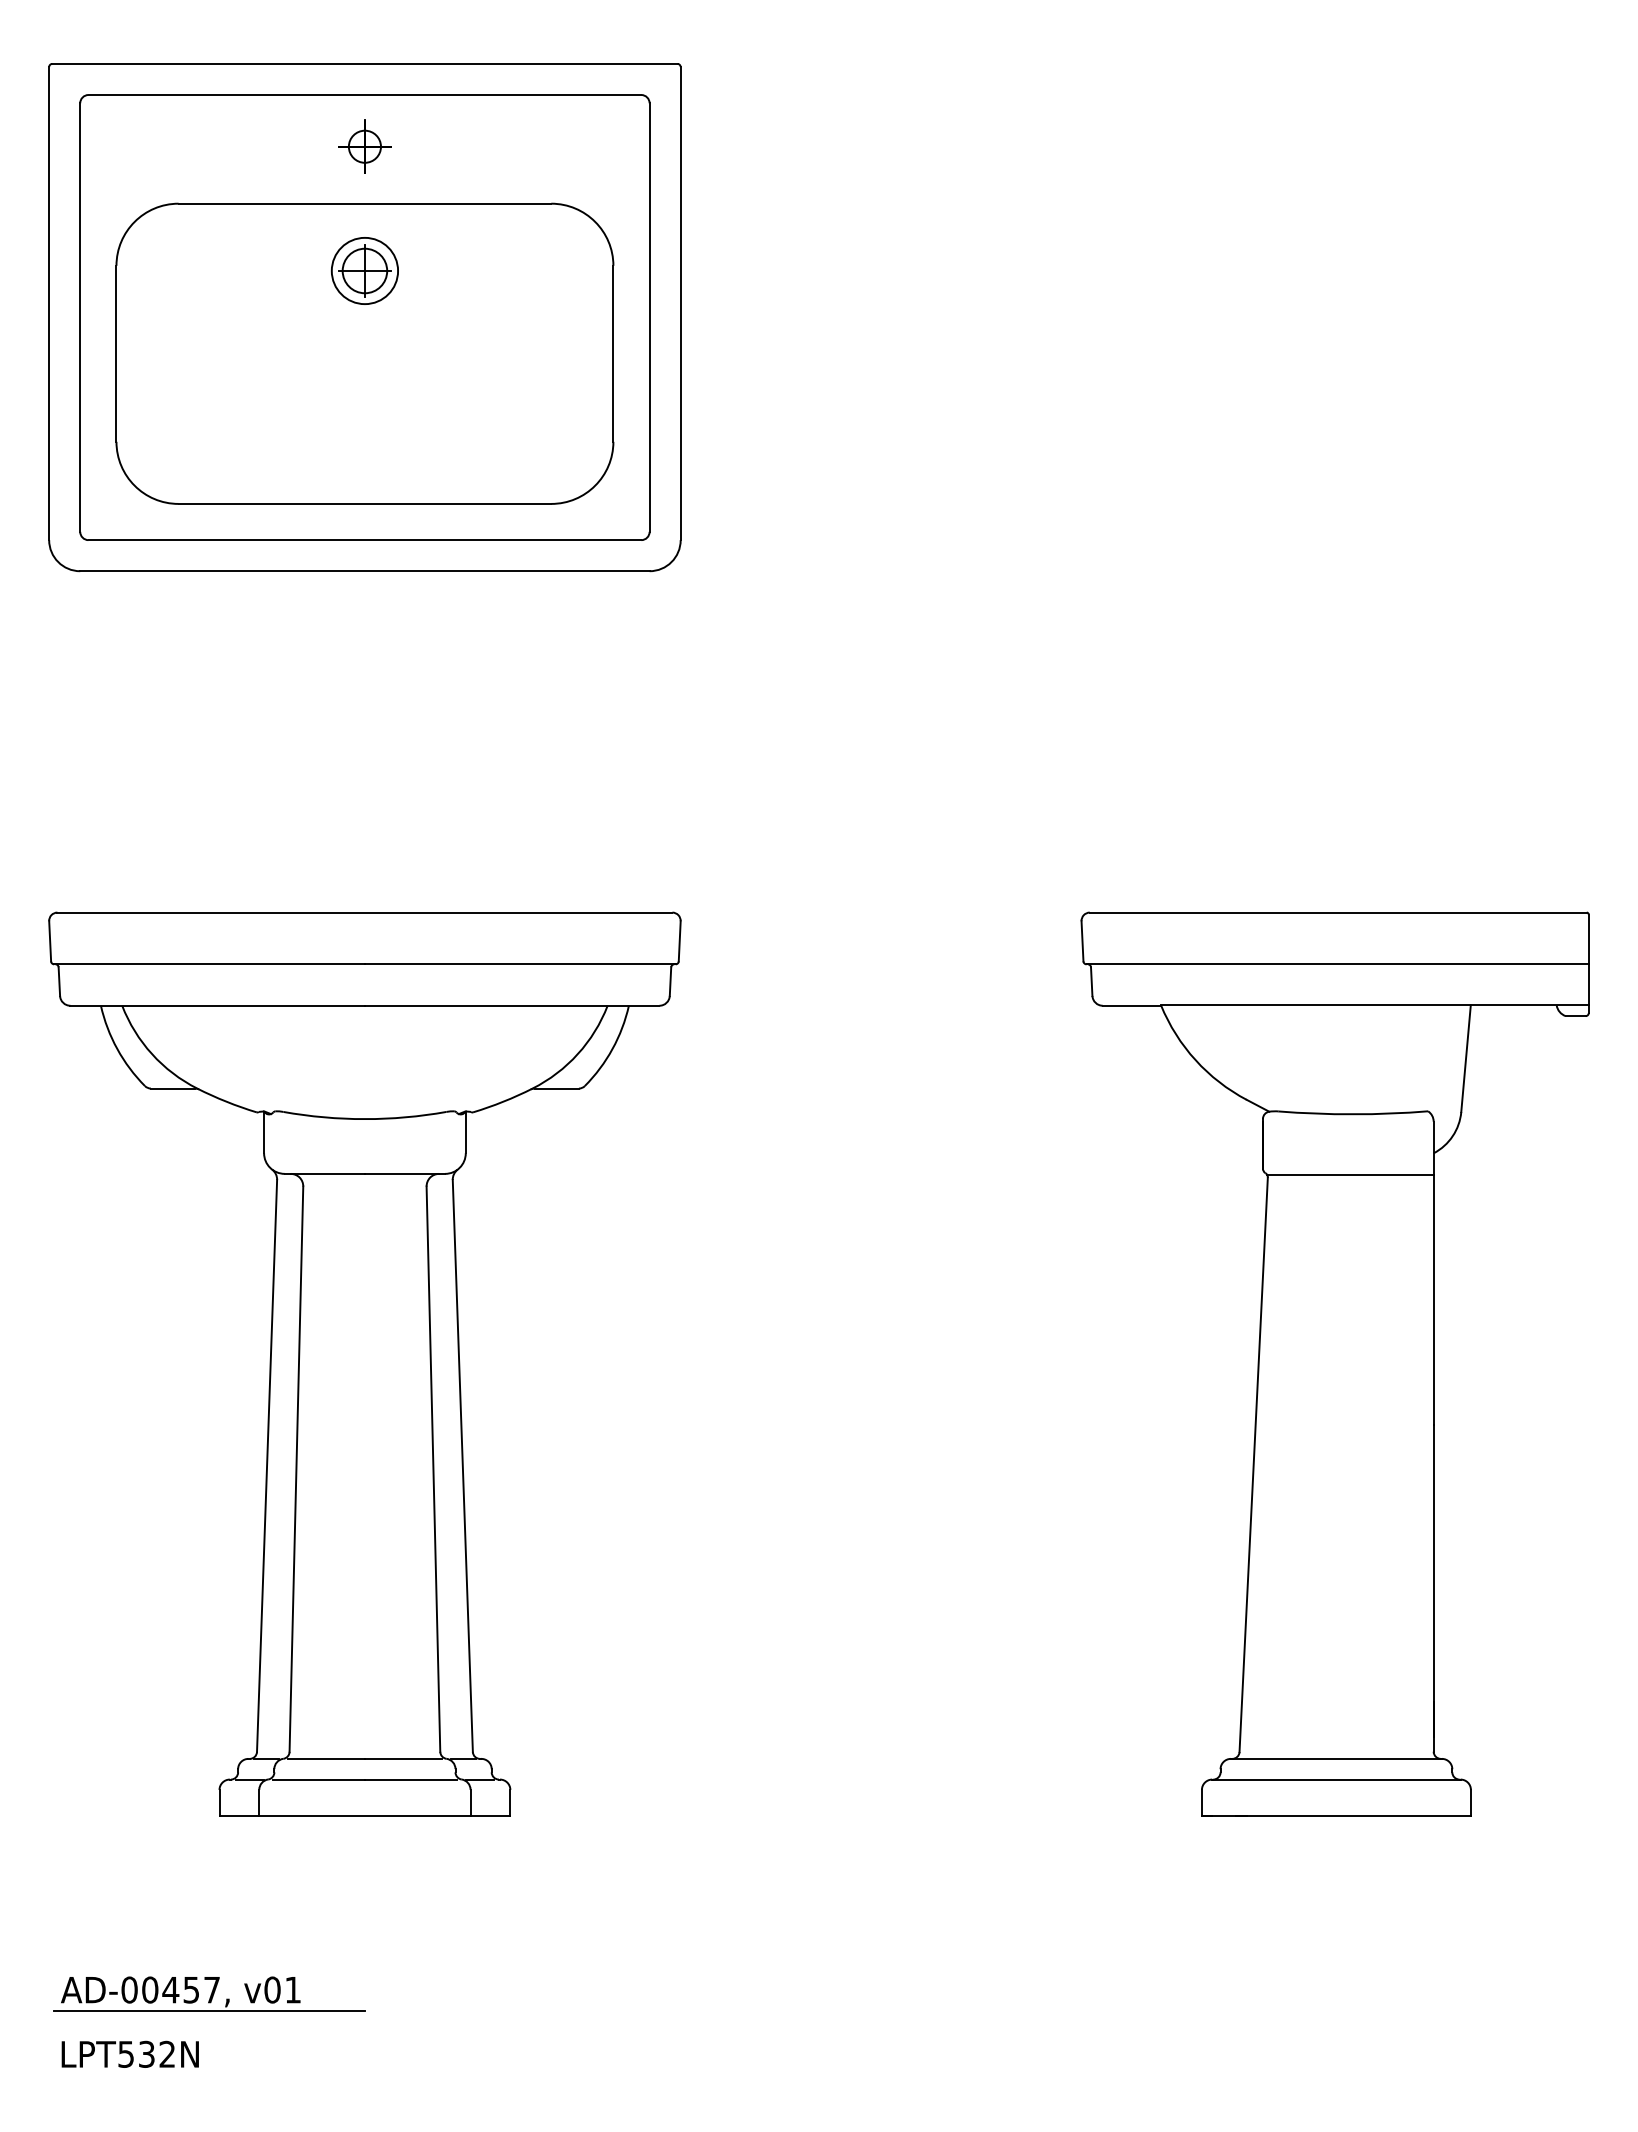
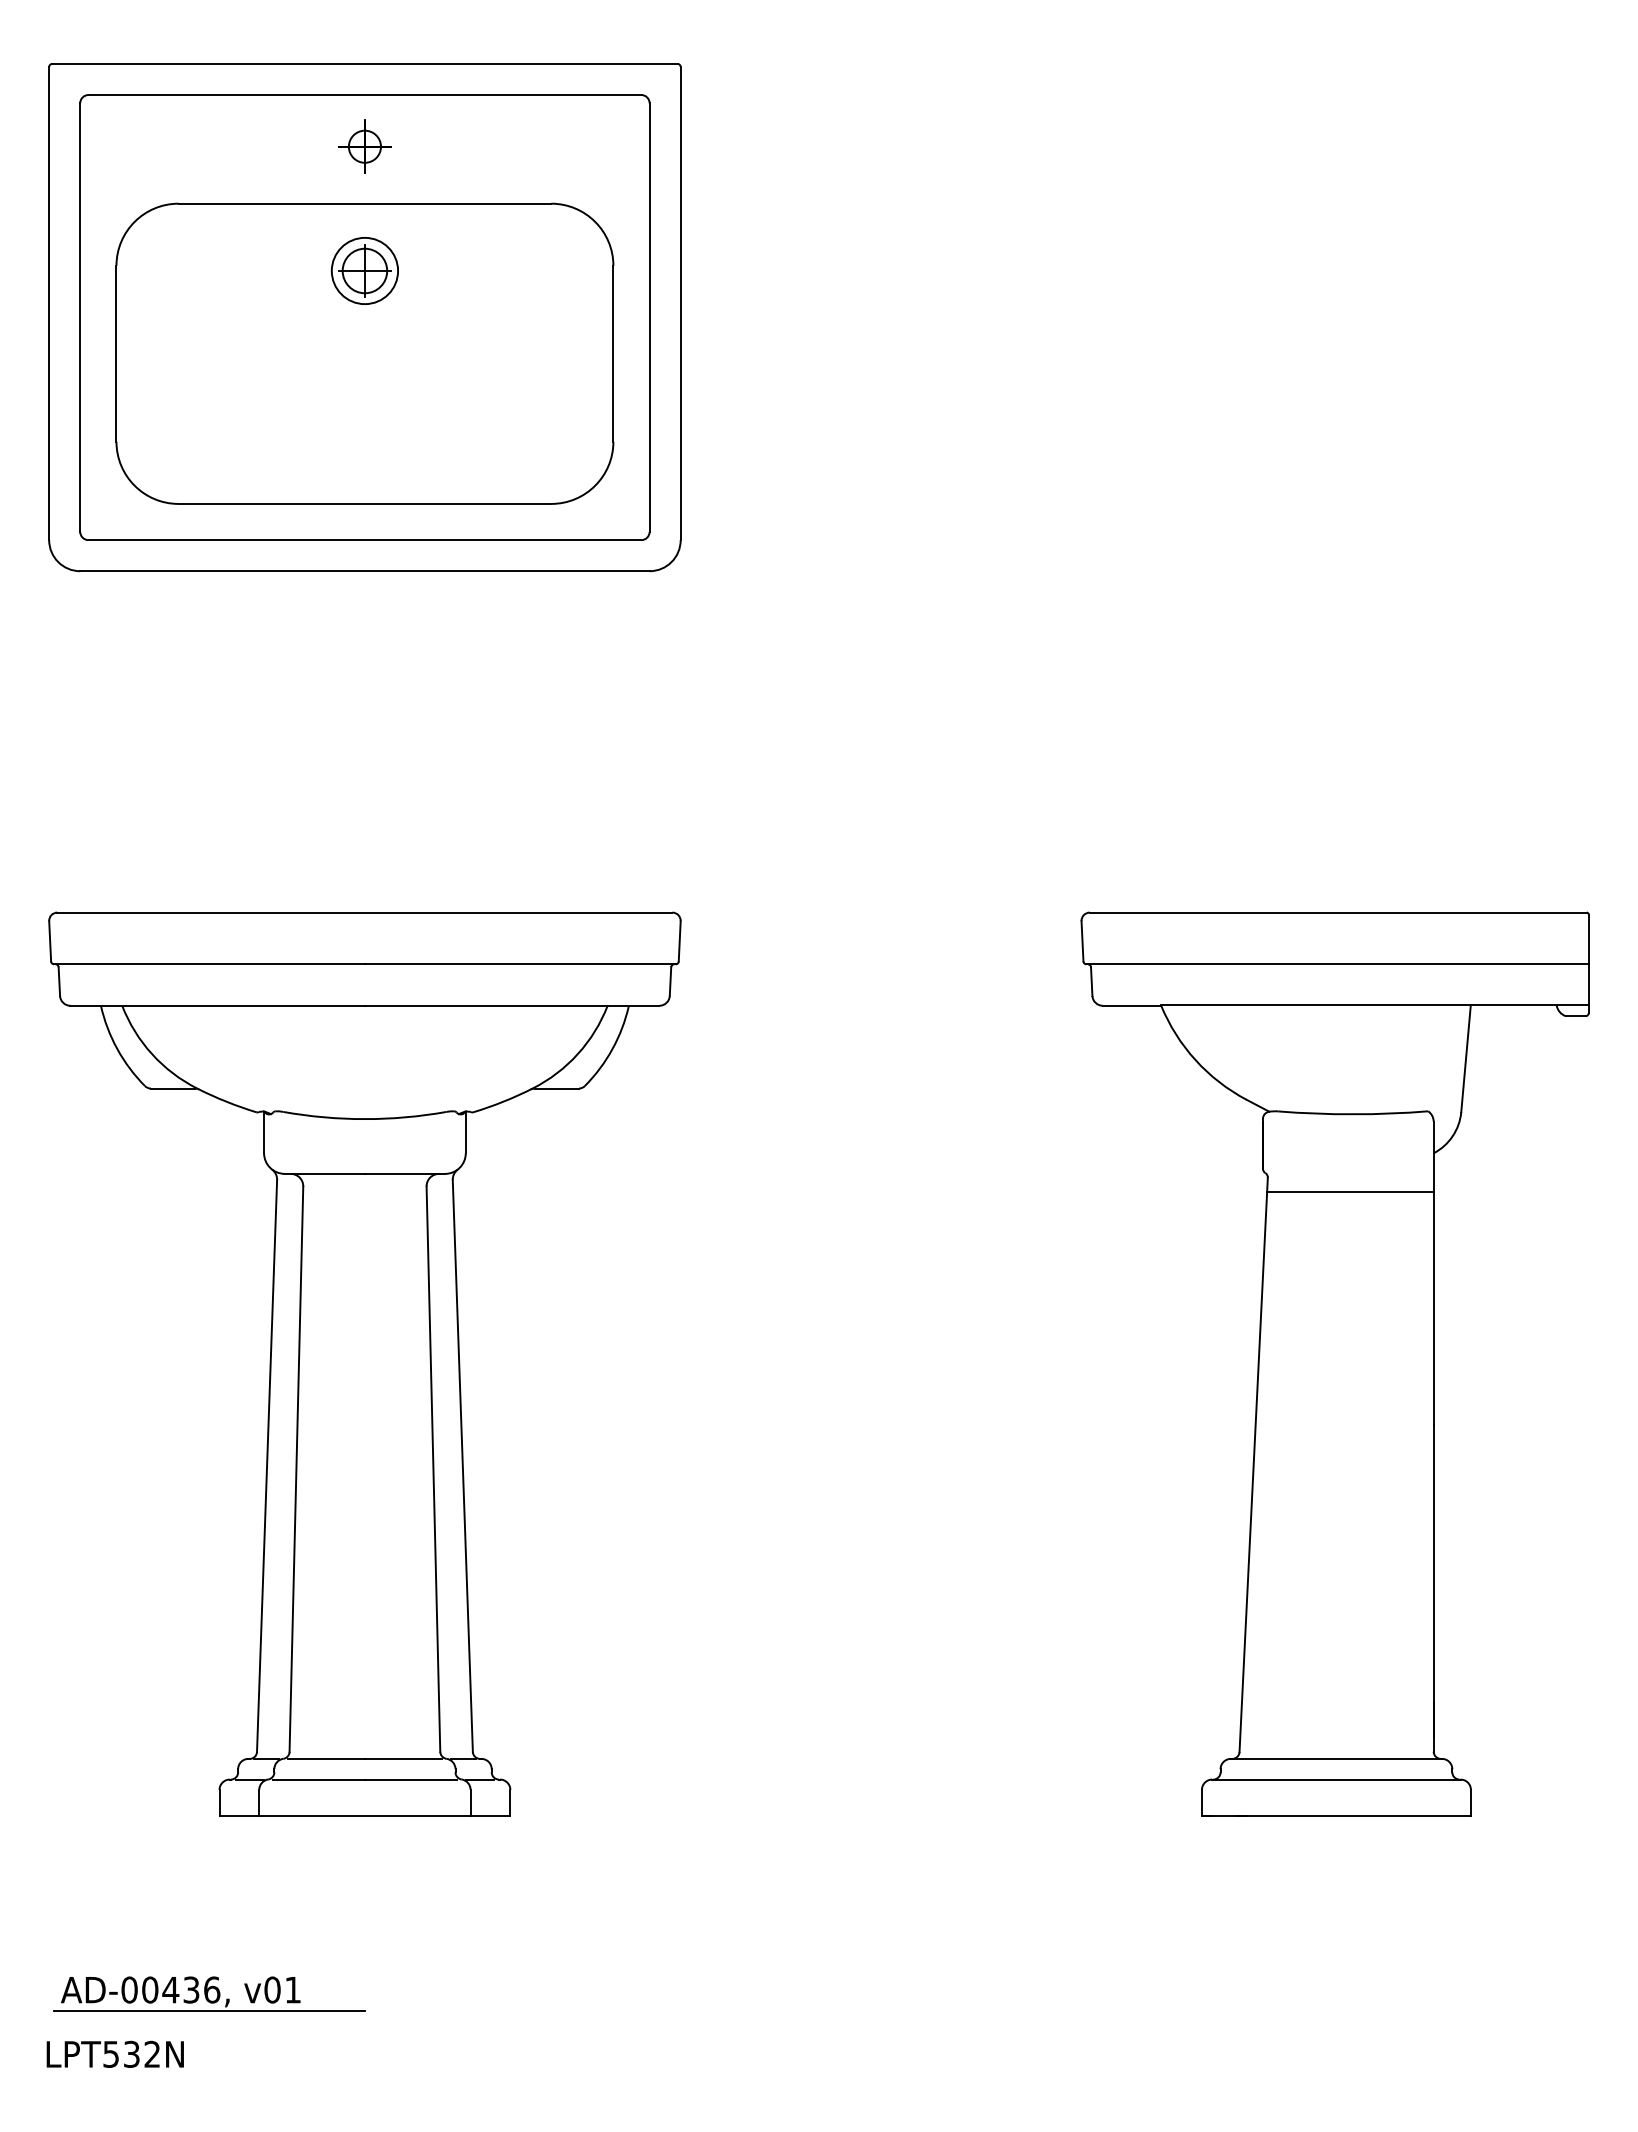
line at (1350, 1175) position: (1350, 1175) -> (1350, 1192)
text at (202, 1989): AD-00457, -> AD-00436,
text at (129, 2053) position: (129, 2053) -> (114, 2053)
